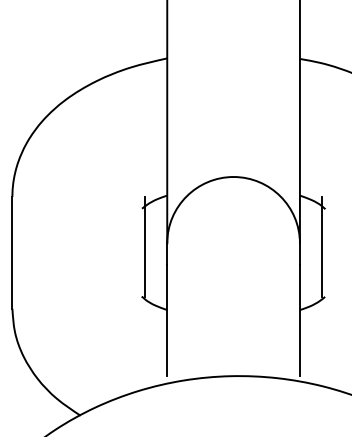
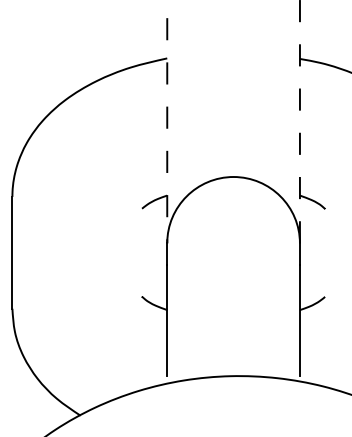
line at (299, 121): solid -> dashed
line at (167, 122): solid -> dashed
line at (145, 246): present -> none
line at (322, 246): present -> none
